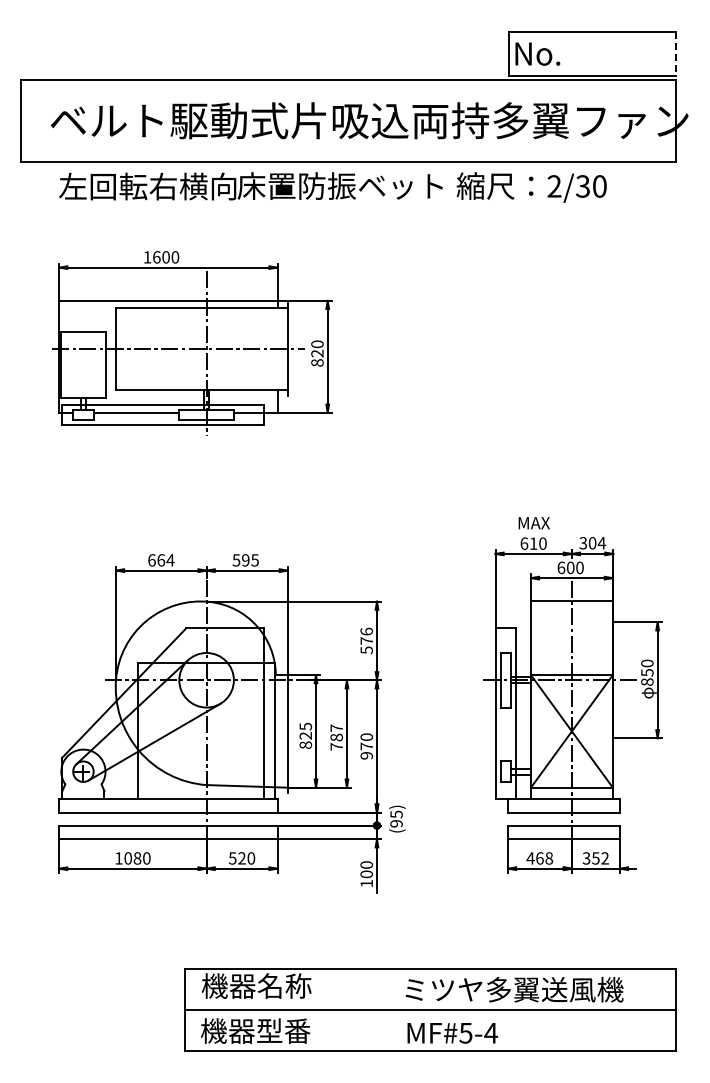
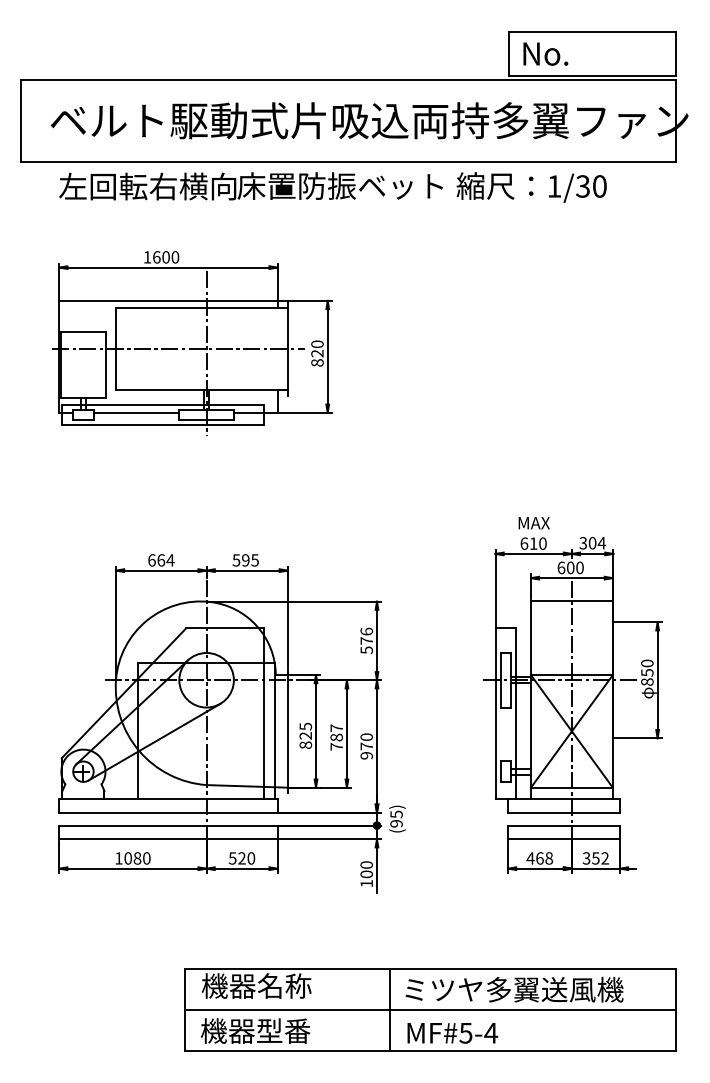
text at (537, 53) position: (537, 53) -> (545, 53)
line at (676, 54): dashed -> solid
text at (554, 186): 2/30 -> 1/30
line at (389, 1009): none -> present
